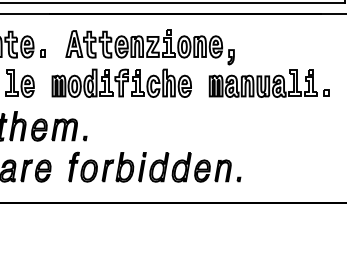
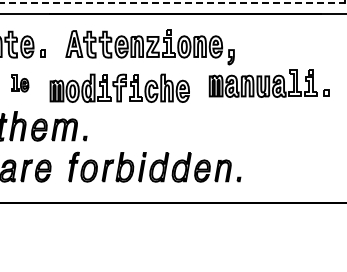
line at (172, 2): solid -> dashed
part at (121, 82) position: (121, 82) -> (119, 87)
part at (19, 83) size: 30x29 px -> 19x19 px
